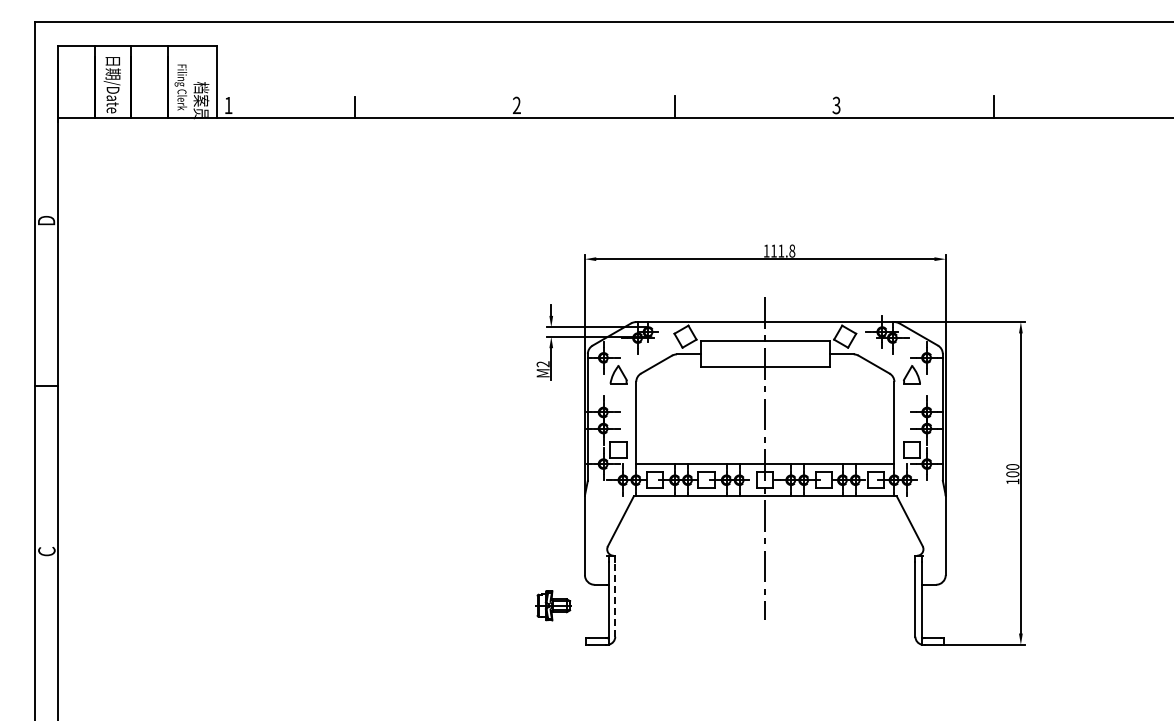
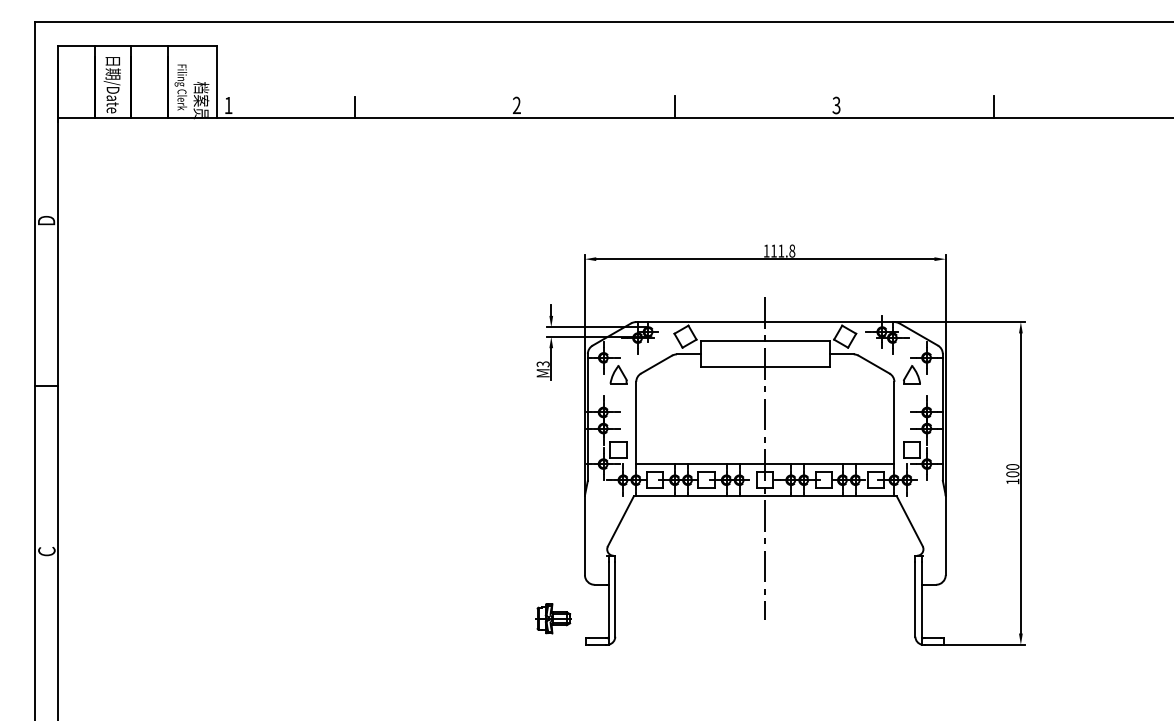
text at (543, 364): M2 -> M3
line at (615, 598): dashed -> solid
part at (553, 605) position: (553, 605) -> (553, 618)
